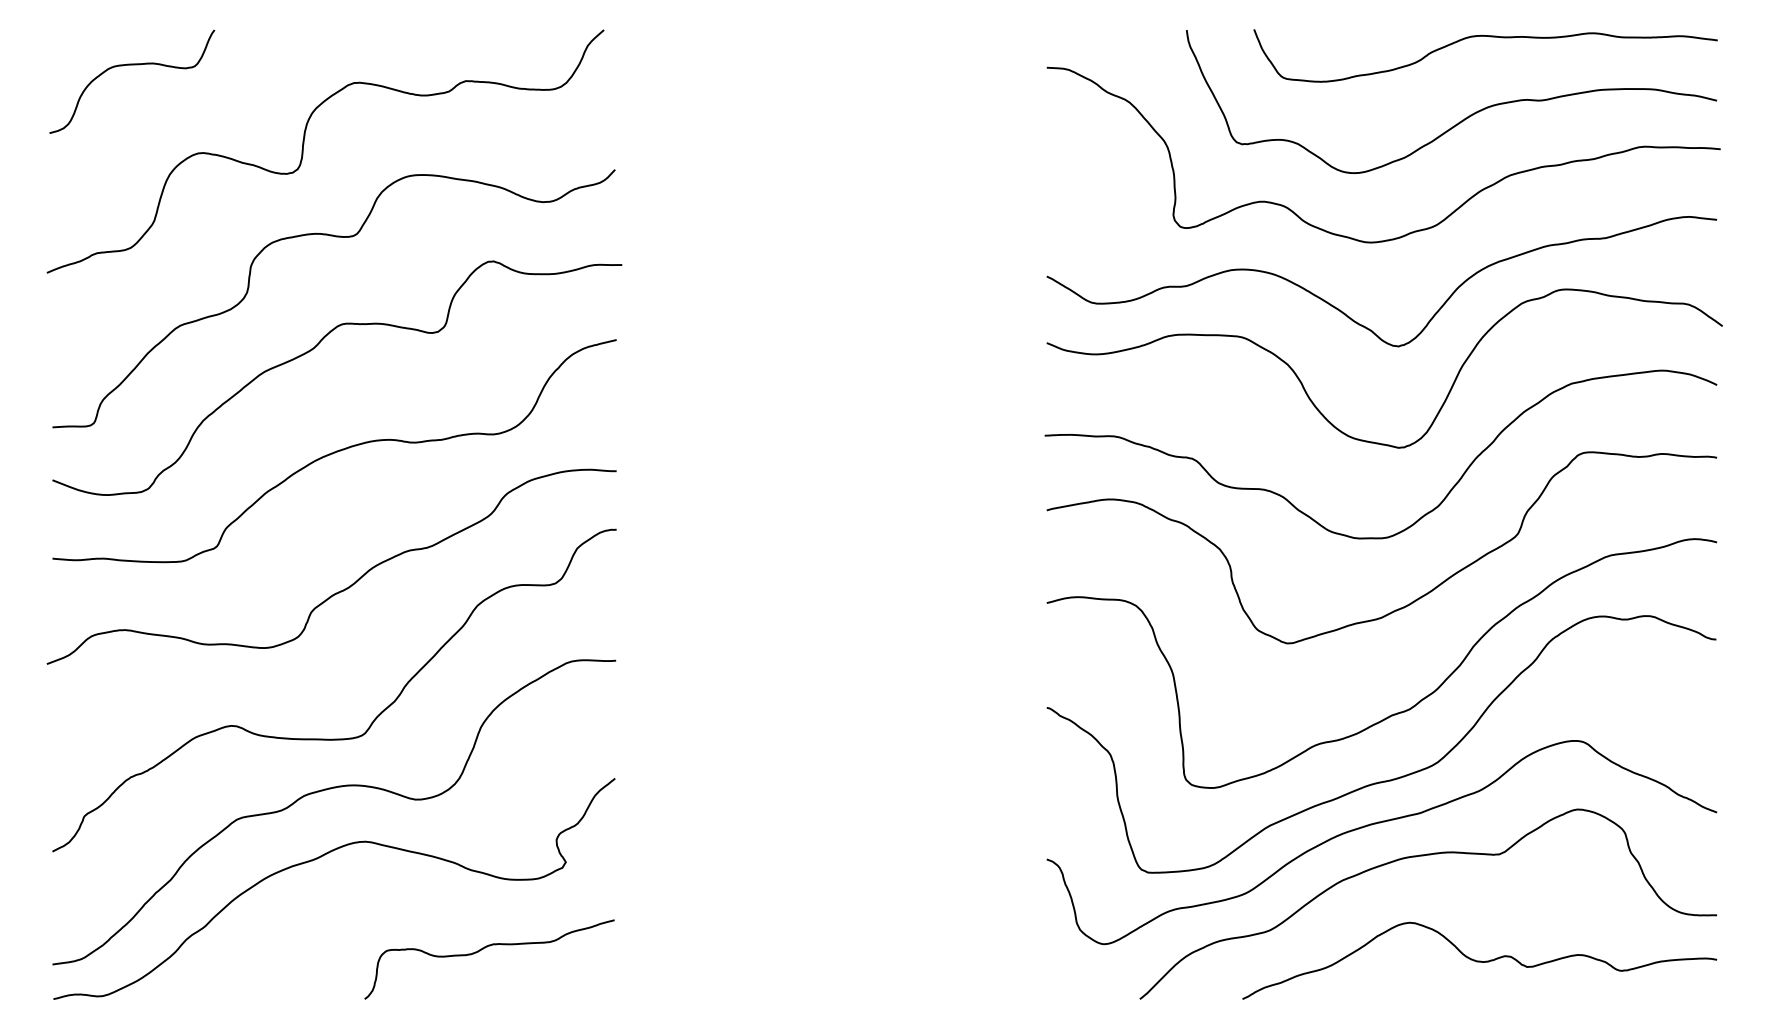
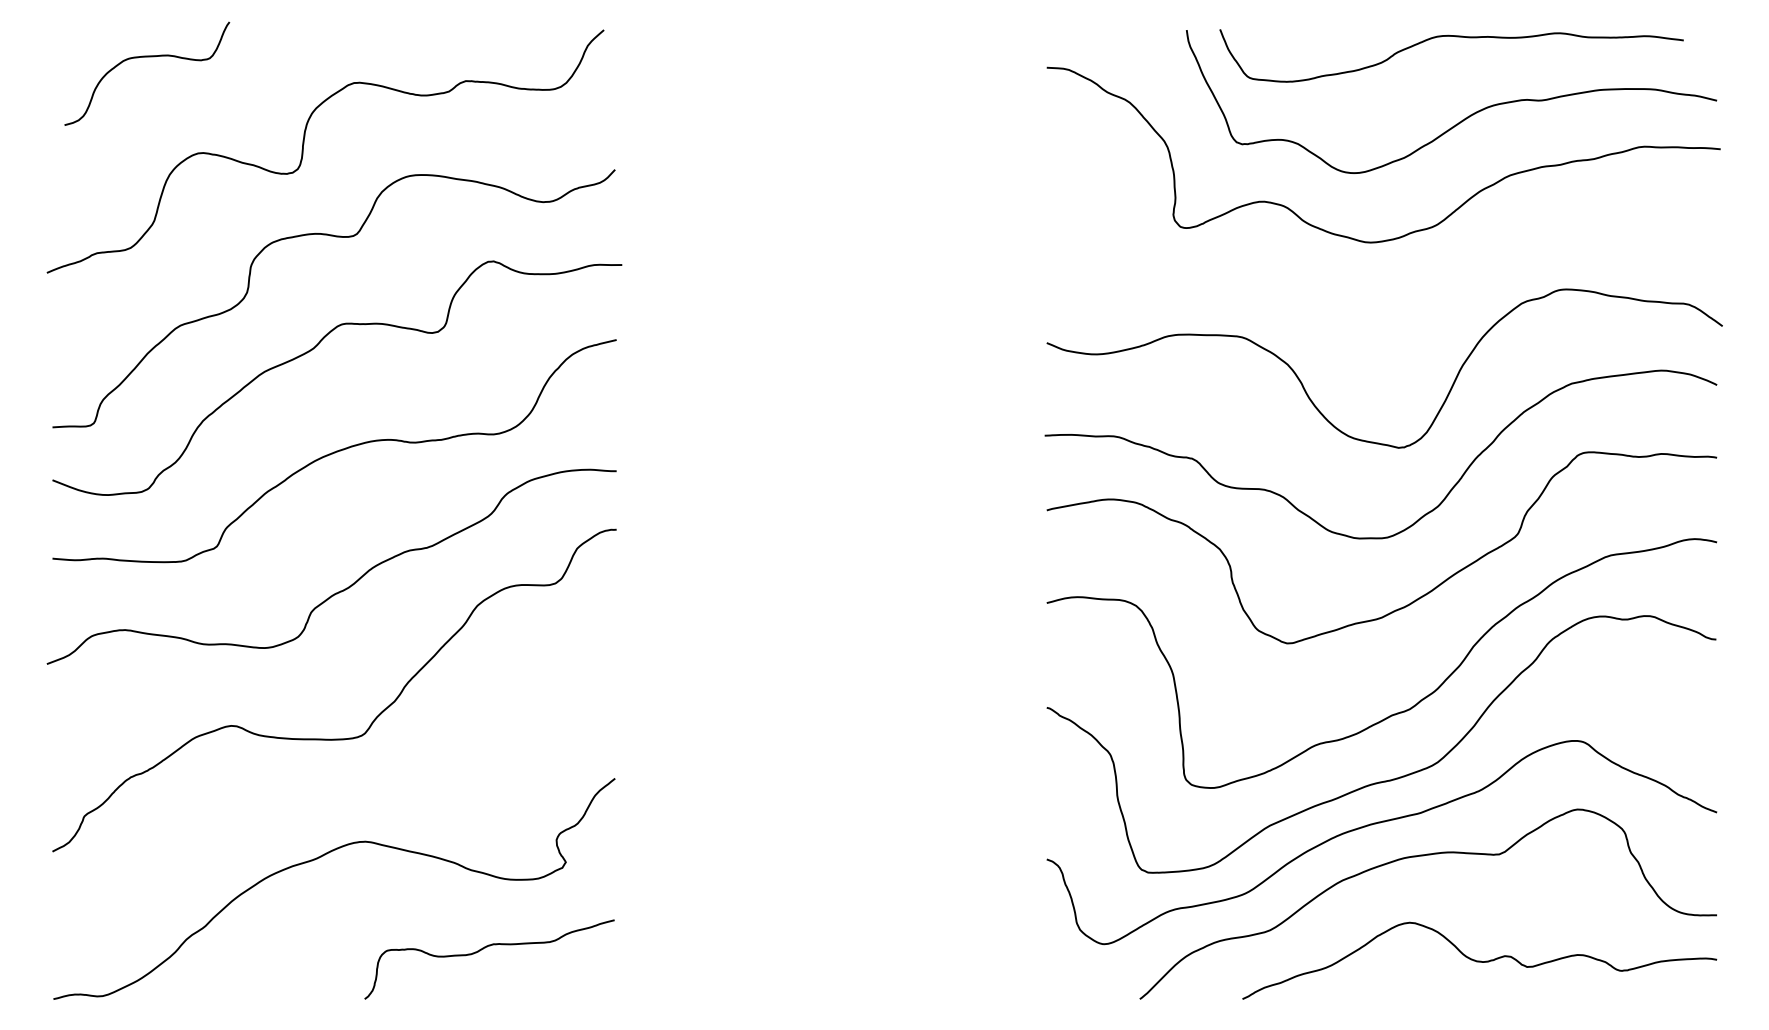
curve at (1489, 37) position: (1489, 37) -> (1455, 37)
curve at (132, 65) position: (132, 65) -> (147, 57)
curve at (1352, 318): present -> none
curve at (330, 789): present -> none
